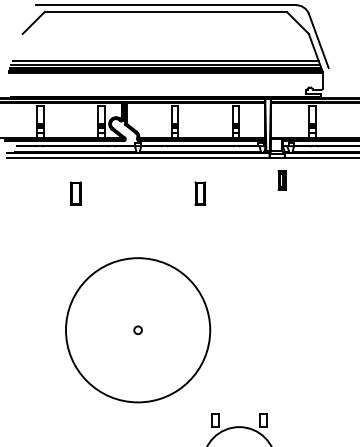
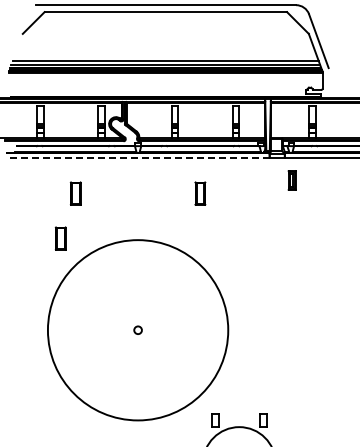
line at (138, 157): solid -> dashed
part at (281, 180) position: (281, 180) -> (291, 180)
part at (60, 238): none -> present
circle at (137, 330) diameter: 144 px -> 180 px
